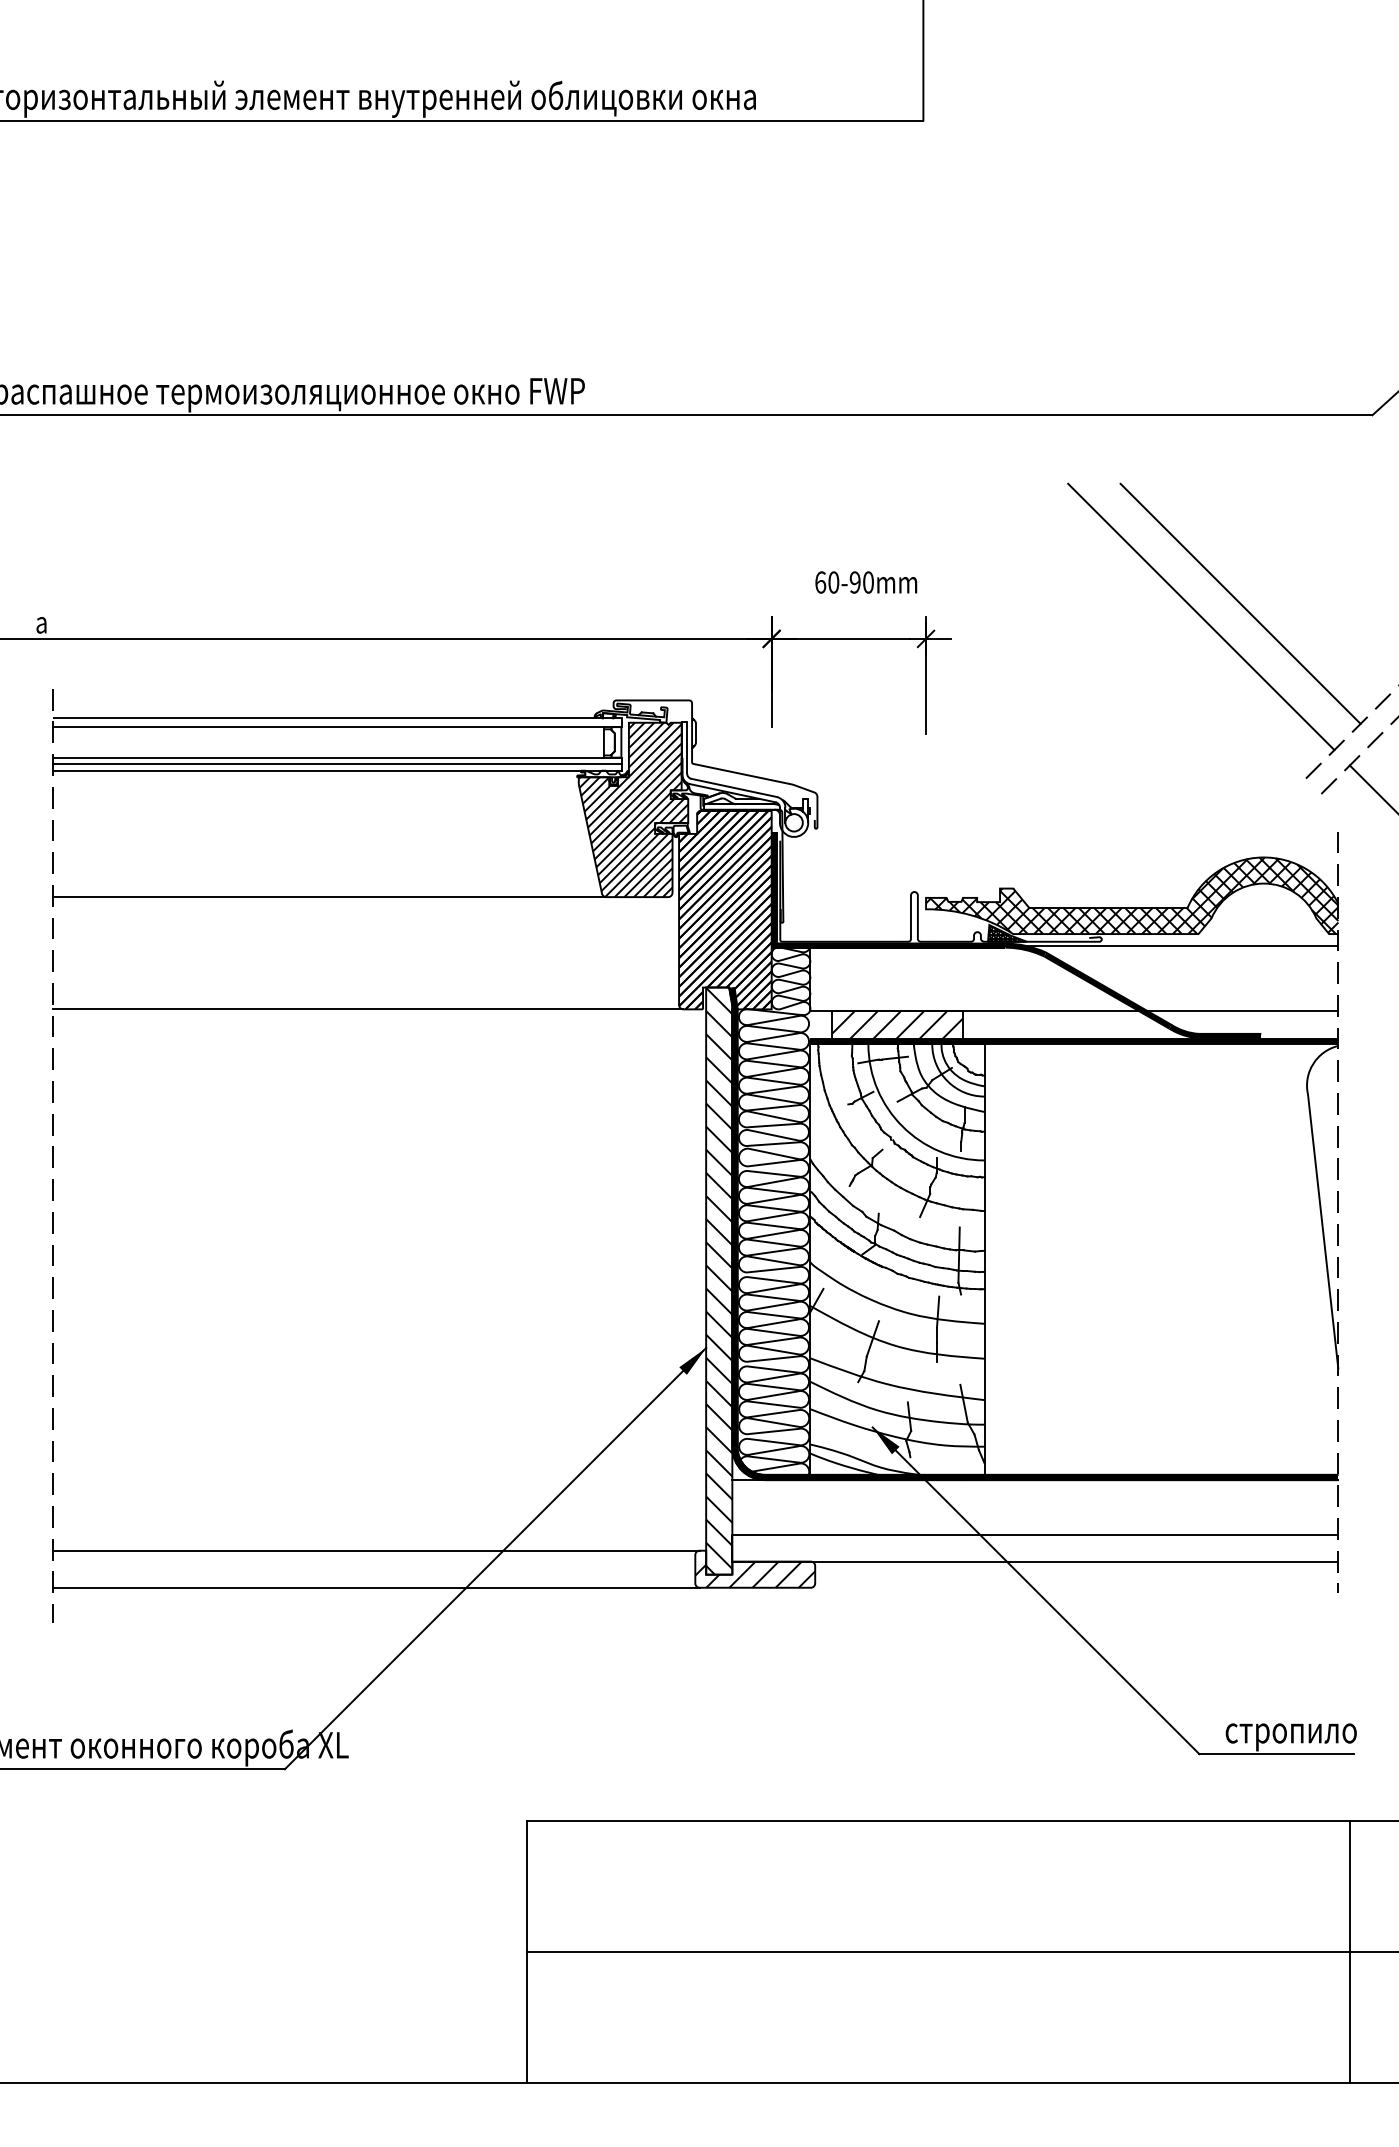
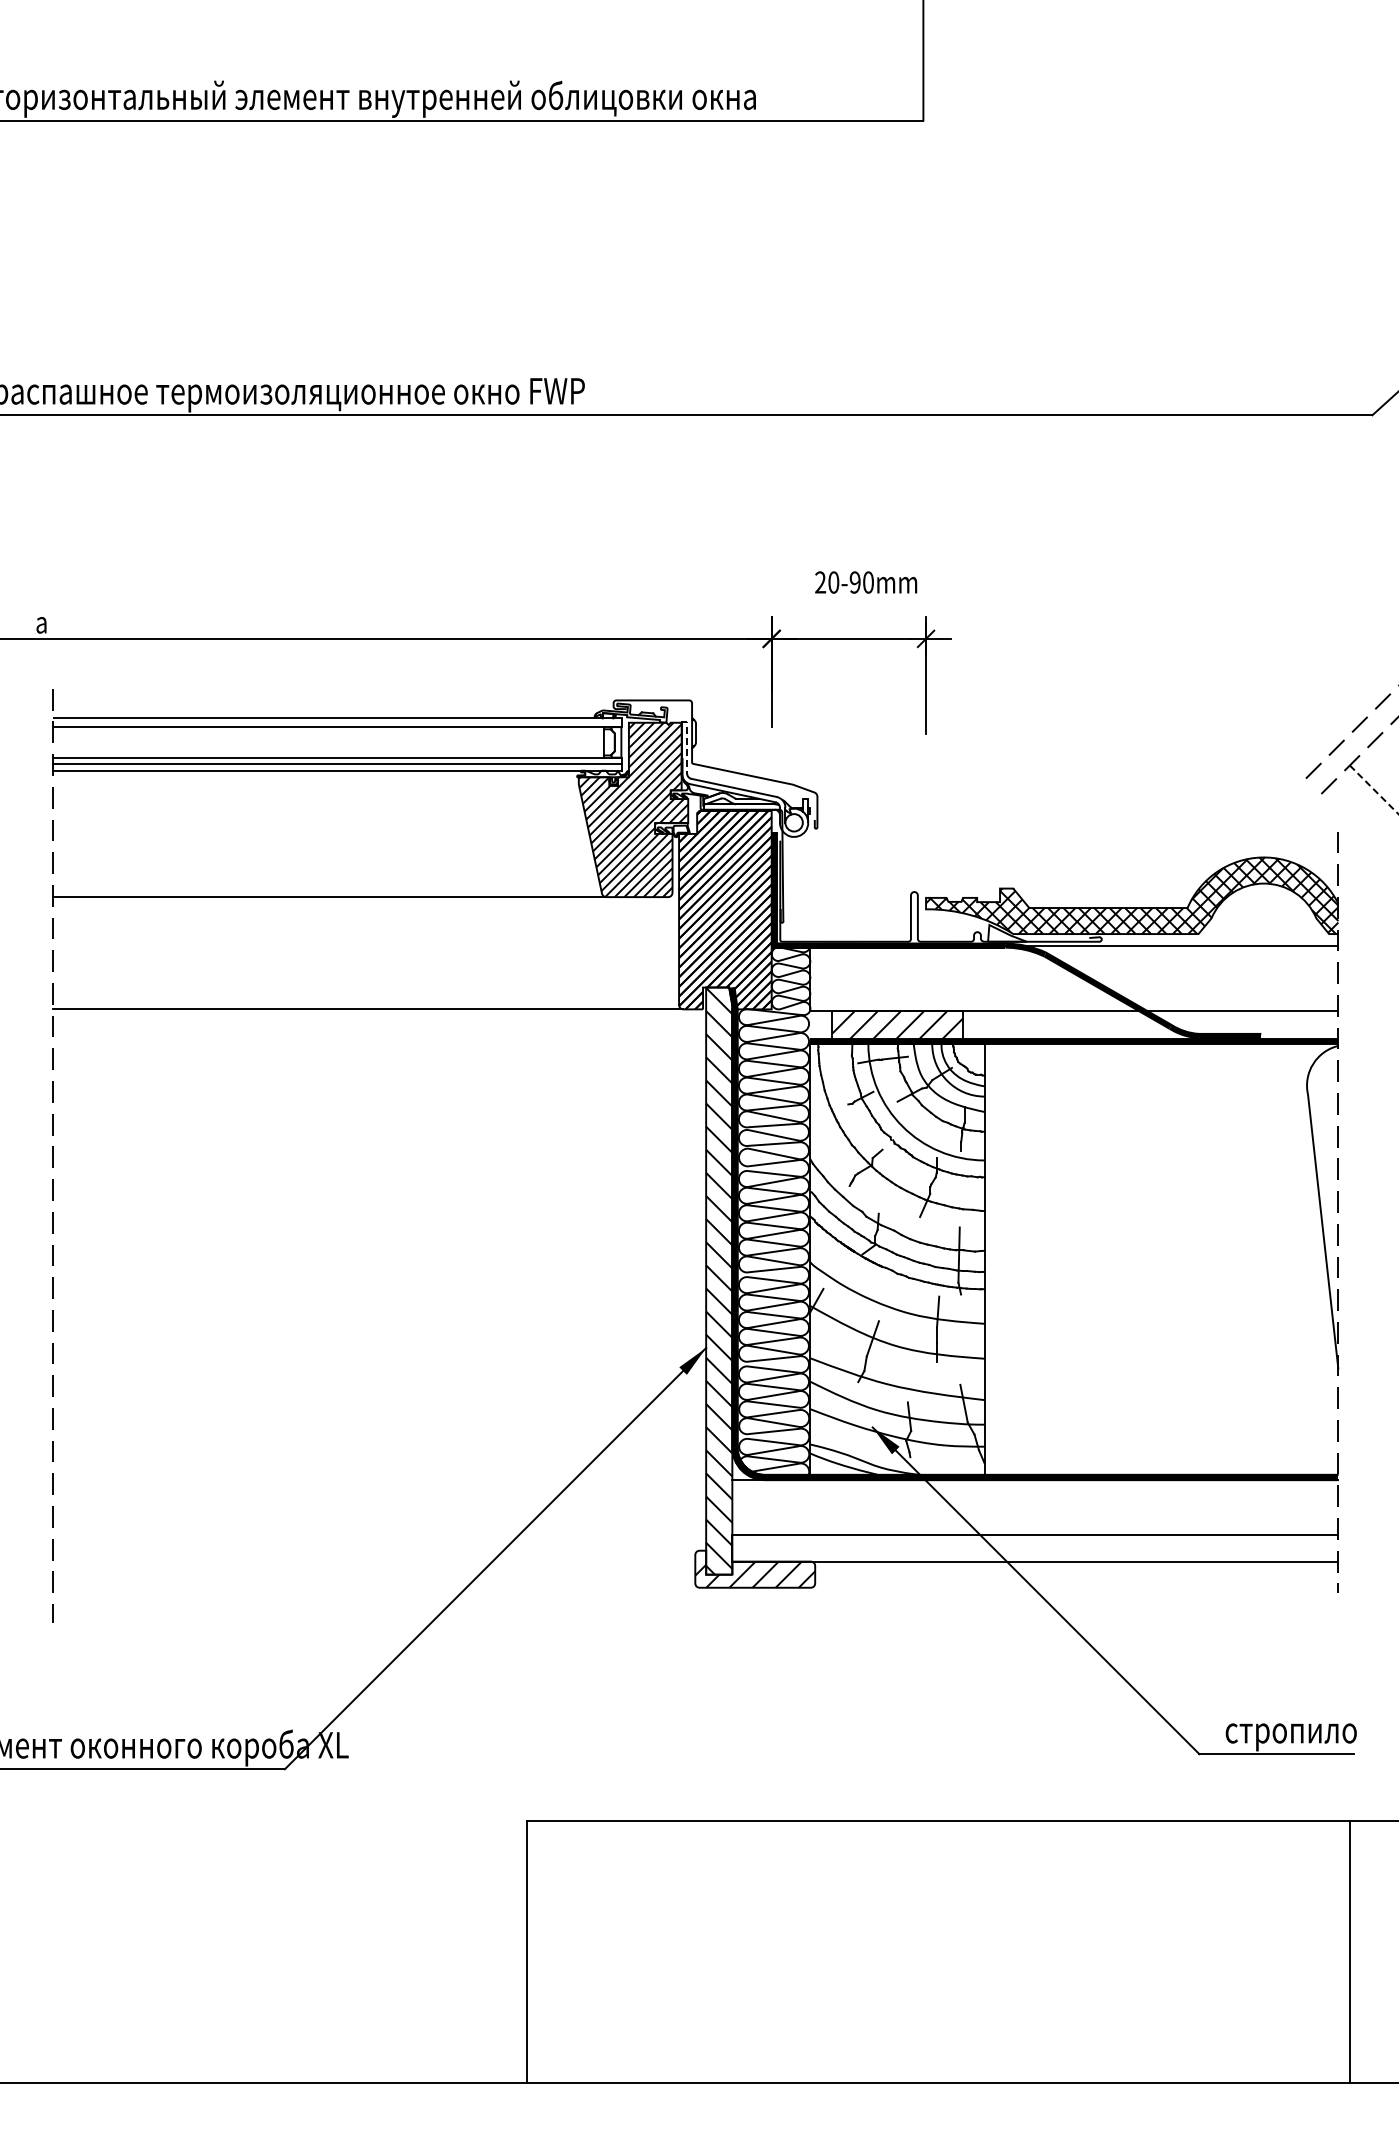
text at (820, 582): 60-90mm -> 20-90mm
line at (1240, 603): present -> none
line at (1201, 616): present -> none
line at (687, 744): solid -> dashed
line at (1374, 790): solid -> dashed
hatch at (1007, 933): present -> none
line at (375, 1550): present -> none
line at (375, 1587): present -> none
line at (961, 1951): present -> none
